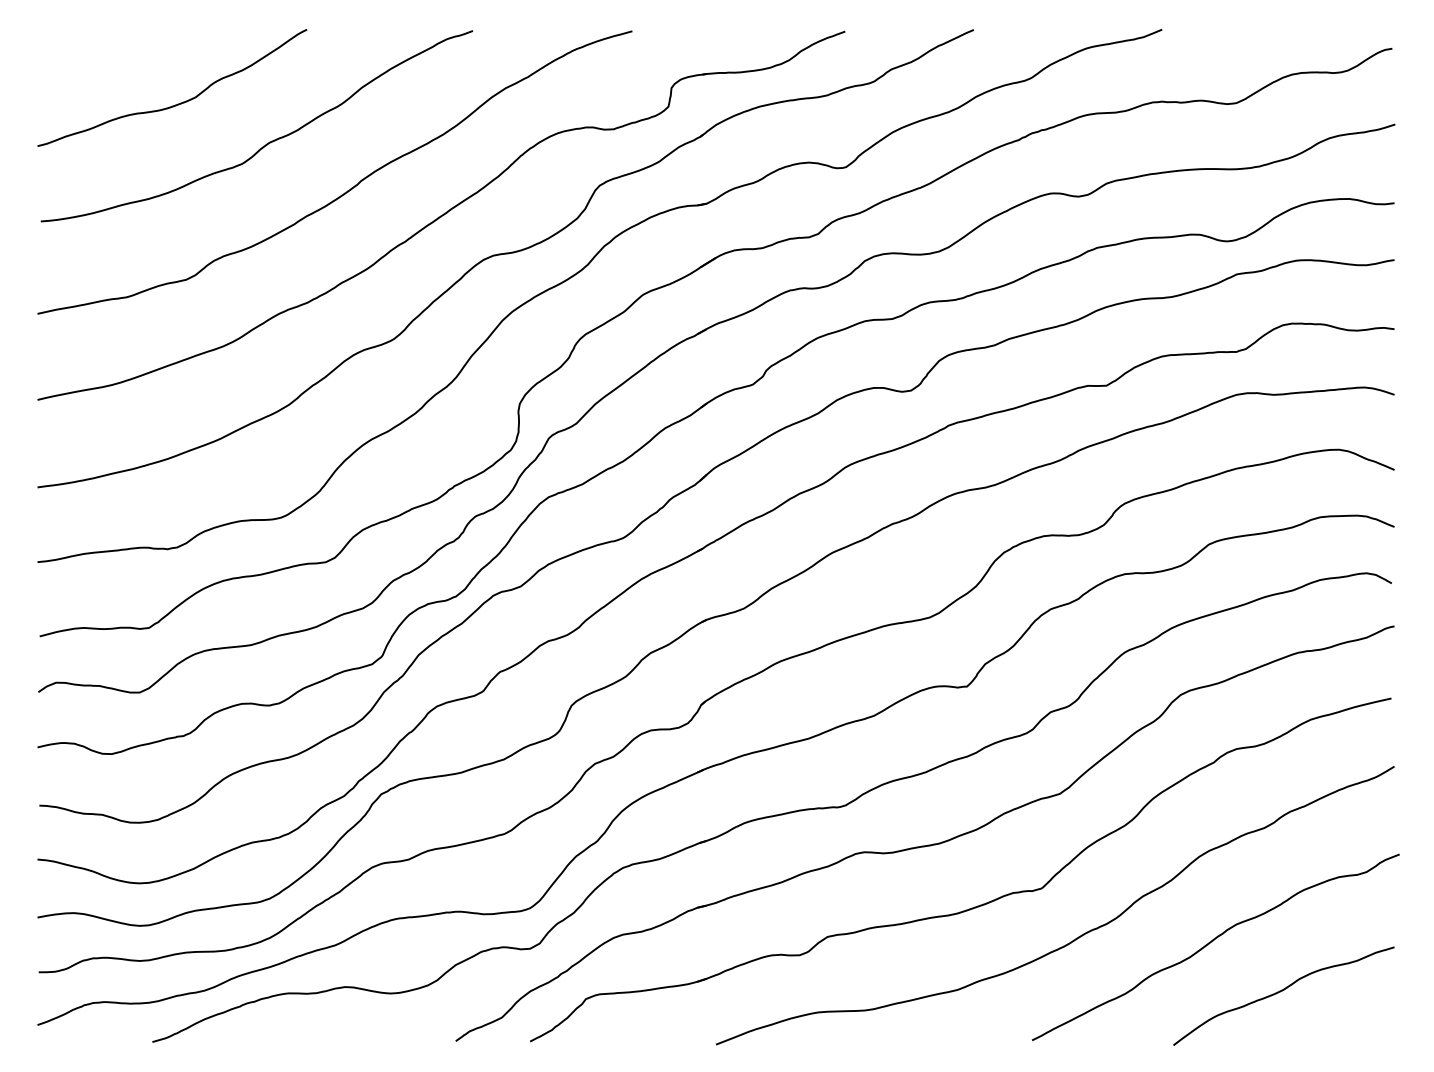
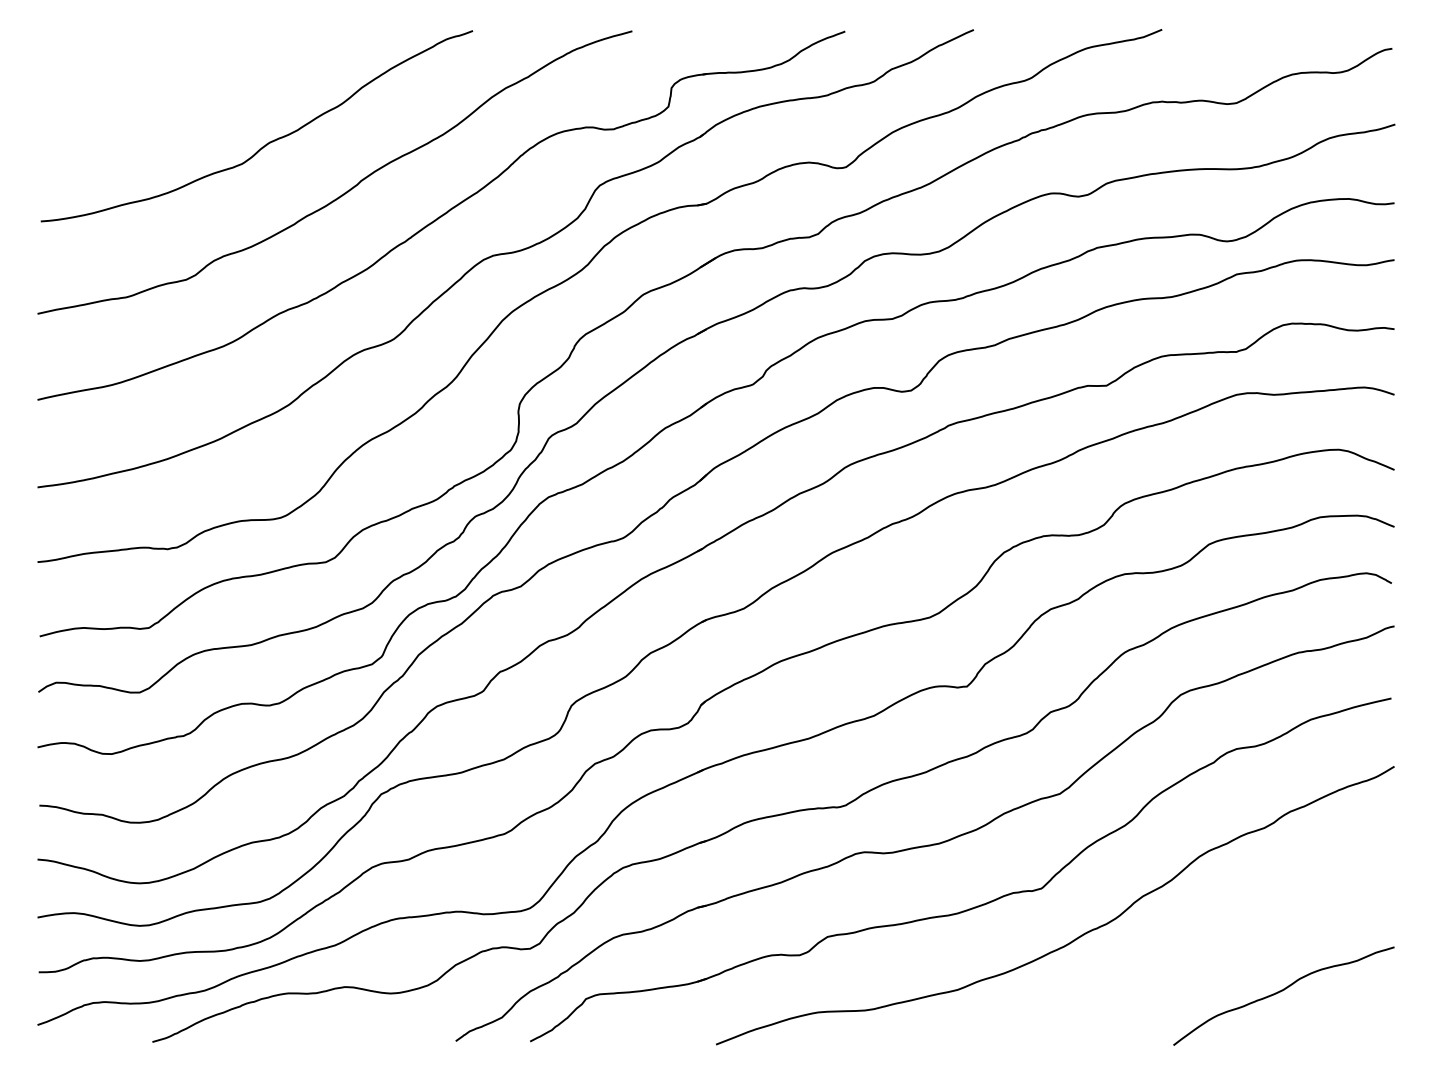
curve at (177, 103): present -> none
curve at (1213, 941): present -> none
